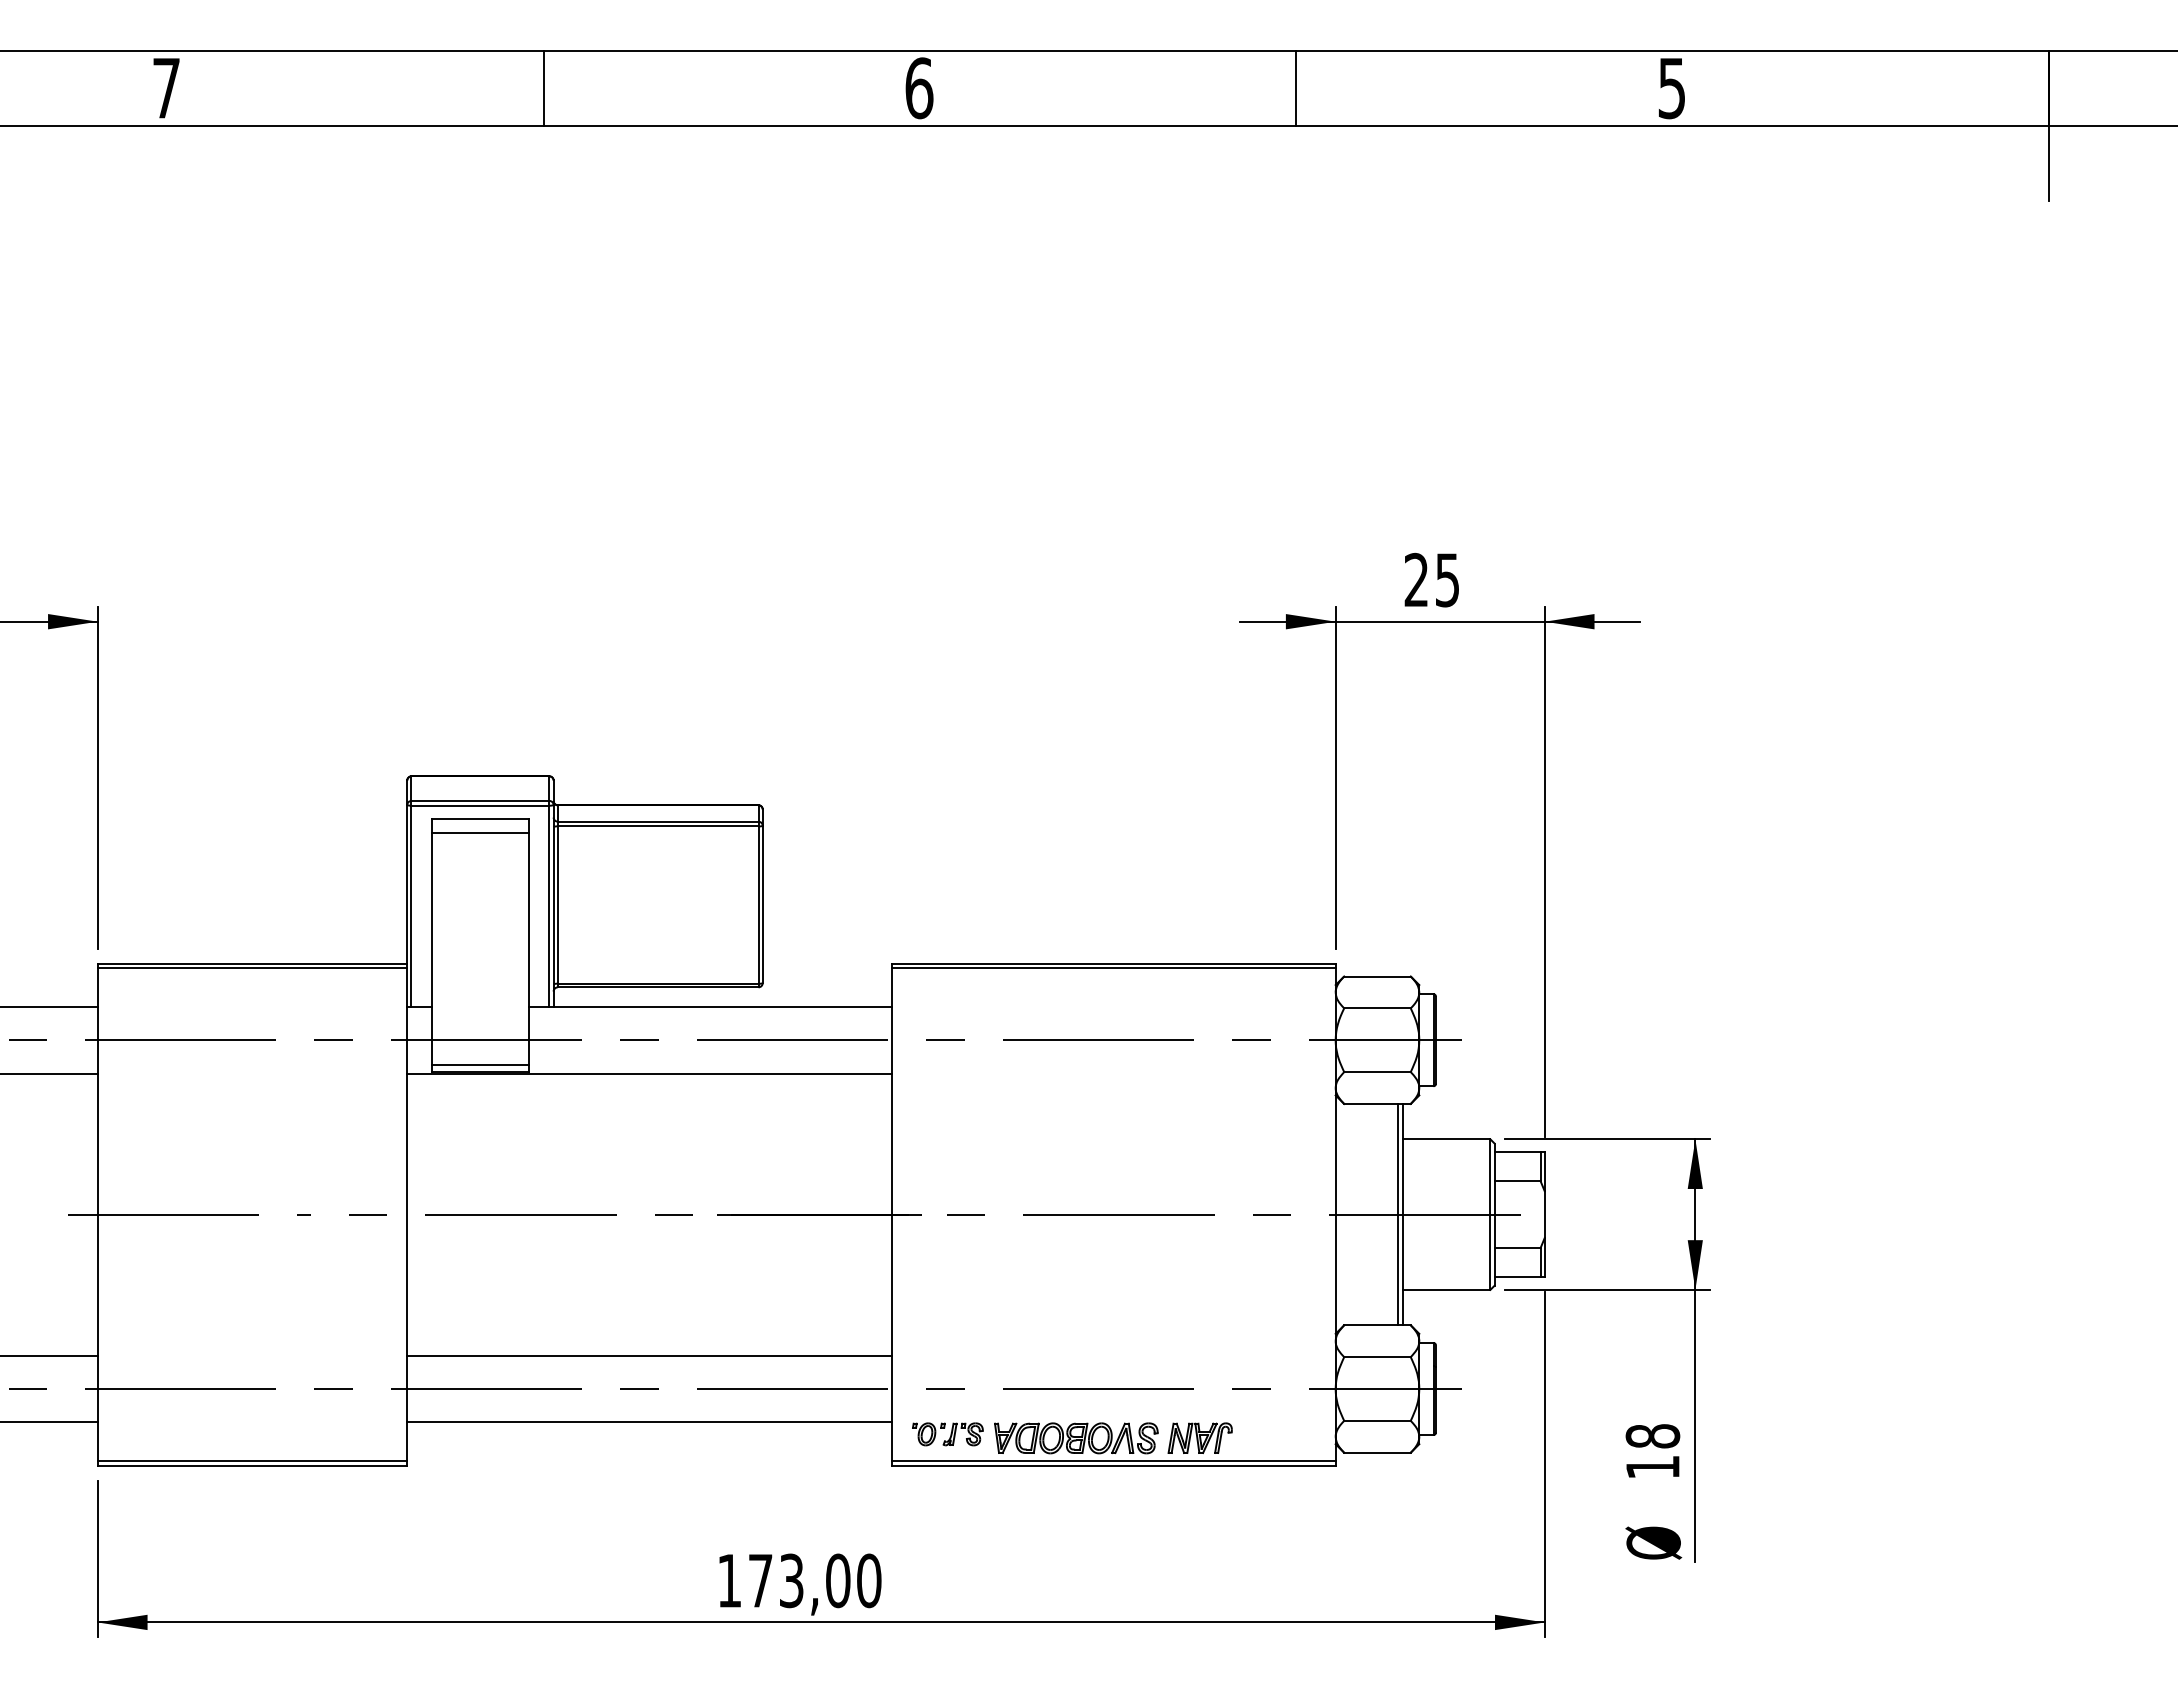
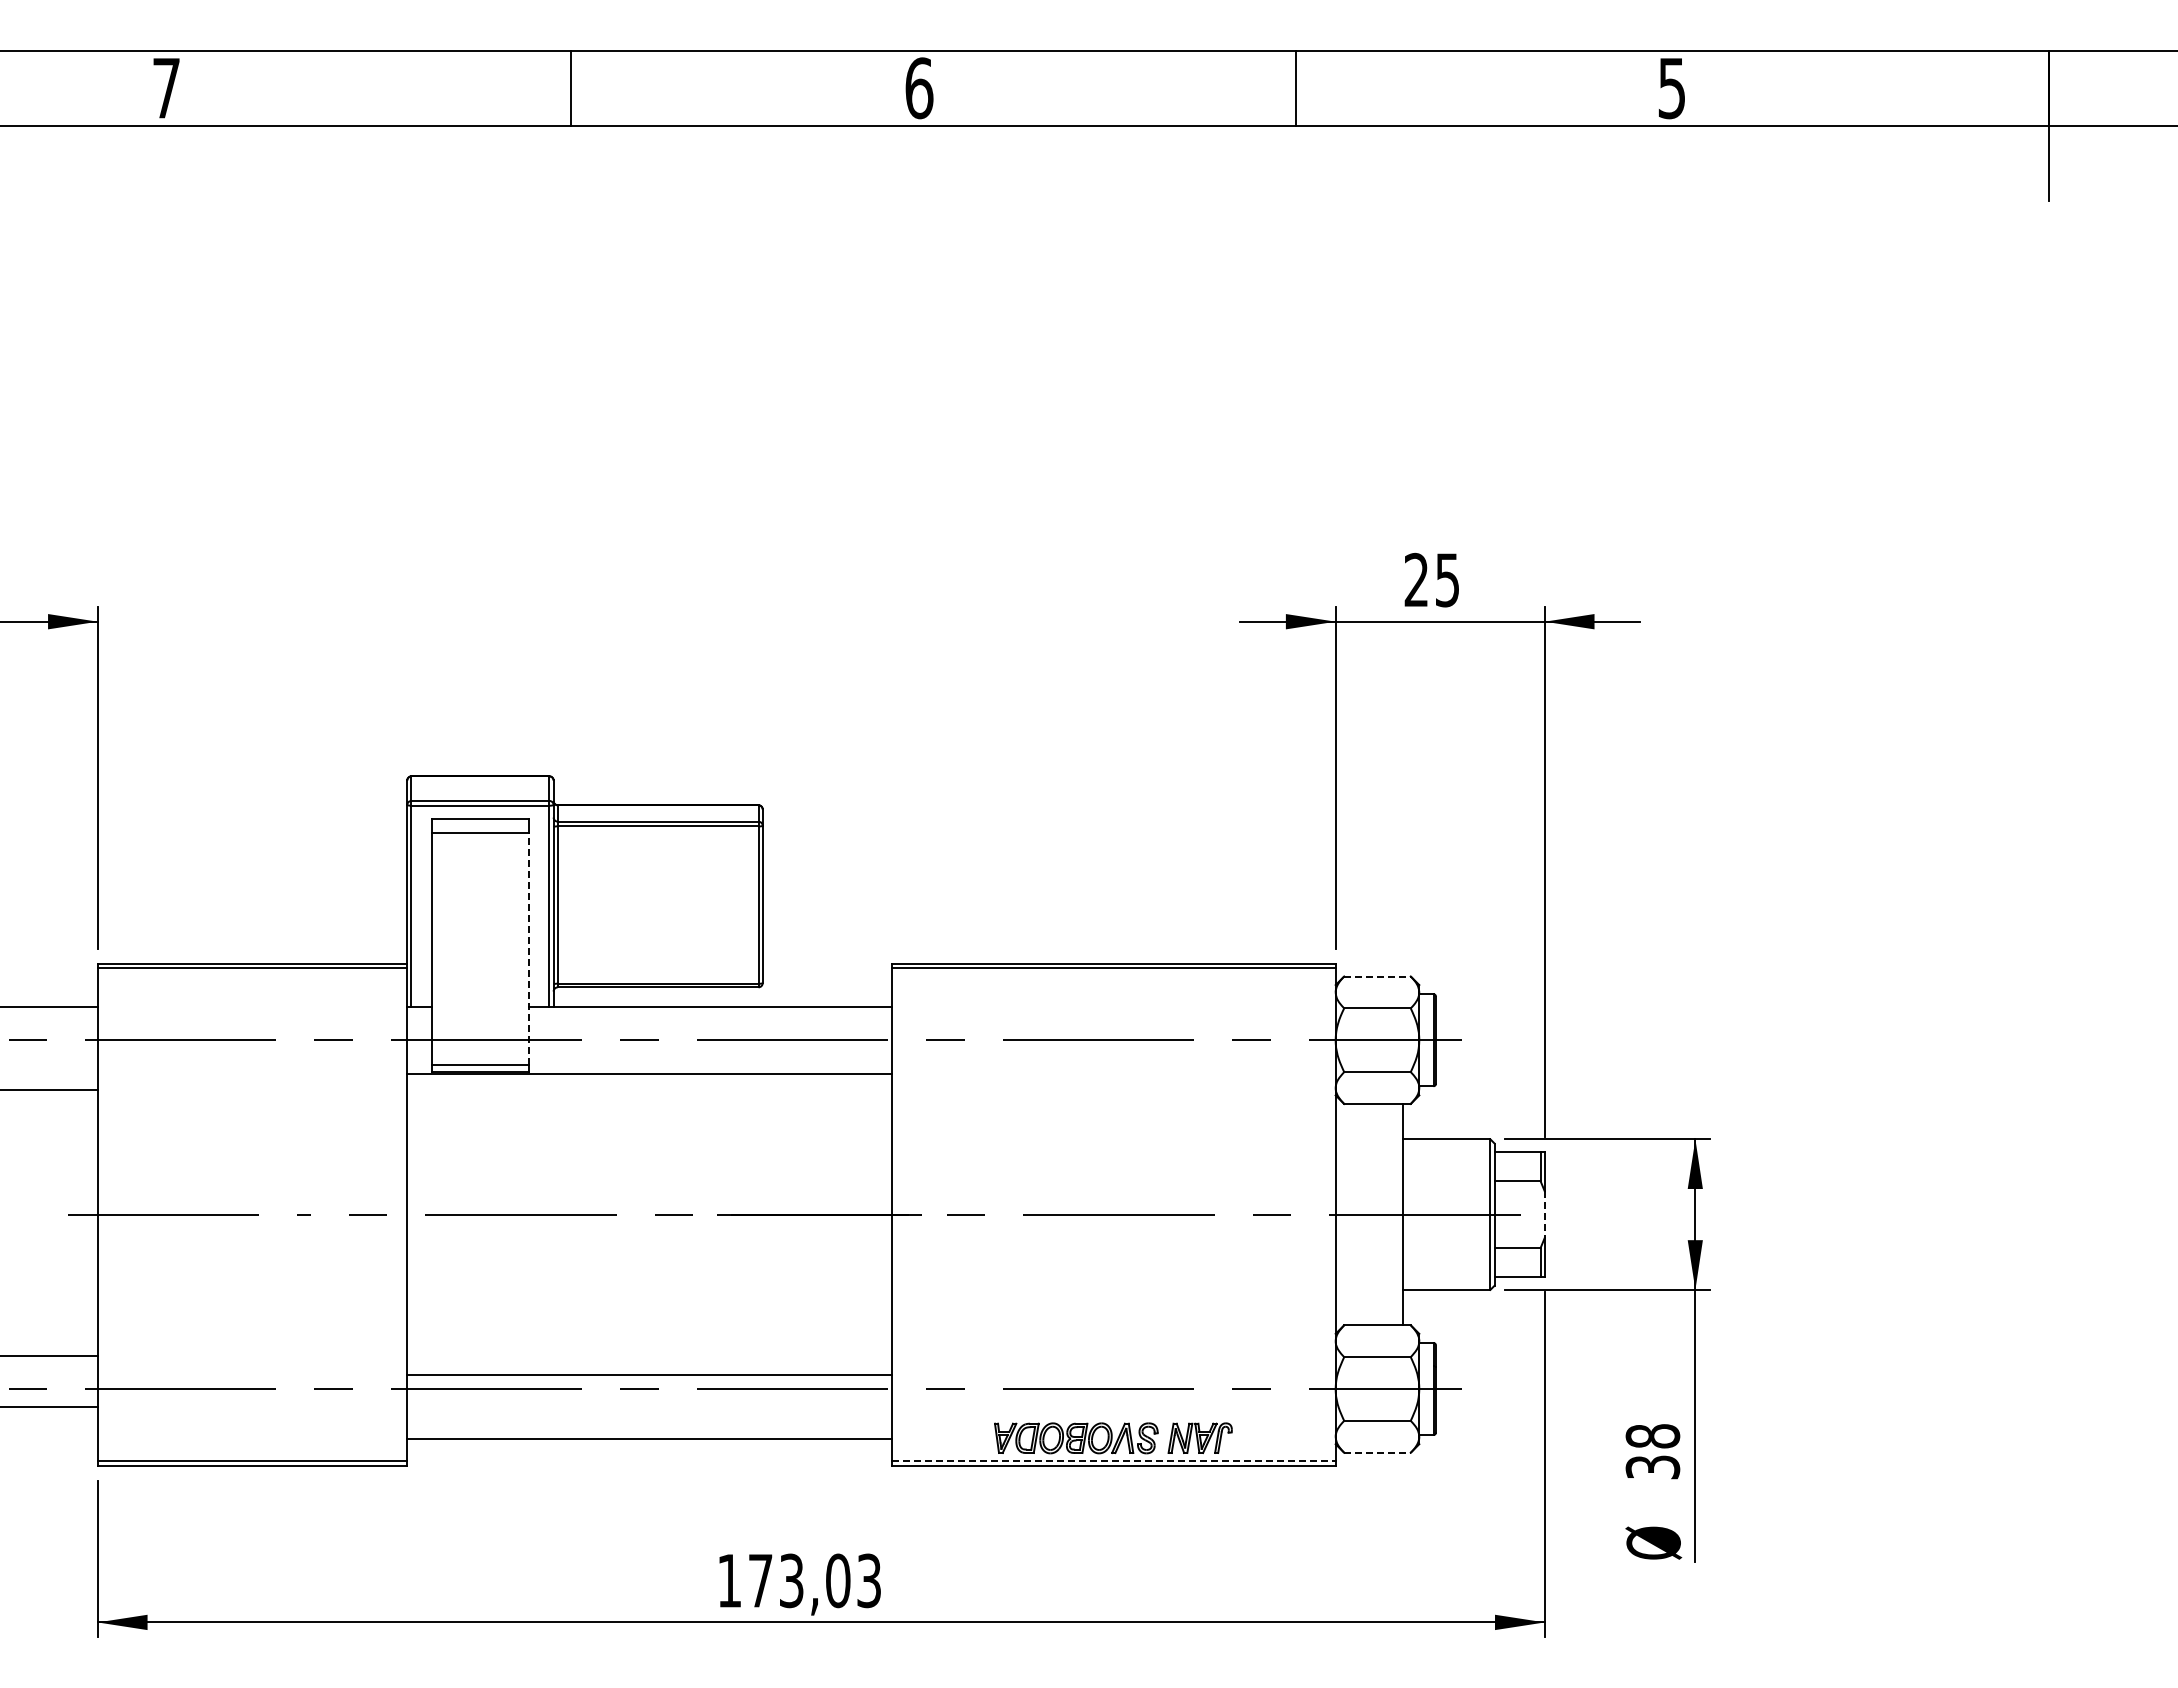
line at (543, 87) position: (543, 87) -> (570, 87)
line at (528, 948): solid -> dashed
line at (1377, 976): solid -> dashed
line at (49, 1073) position: (49, 1073) -> (49, 1089)
line at (1398, 1214): present -> none
line at (1544, 1215): solid -> dashed
line at (649, 1355) position: (649, 1355) -> (649, 1374)
line at (49, 1422) position: (49, 1422) -> (49, 1407)
line at (649, 1422) position: (649, 1422) -> (649, 1439)
part at (947, 1434): present -> none
line at (1377, 1452): solid -> dashed
line at (1114, 1461): solid -> dashed
text at (1652, 1467): 18 -> 38
text at (869, 1580): 173,00 -> 173,03
